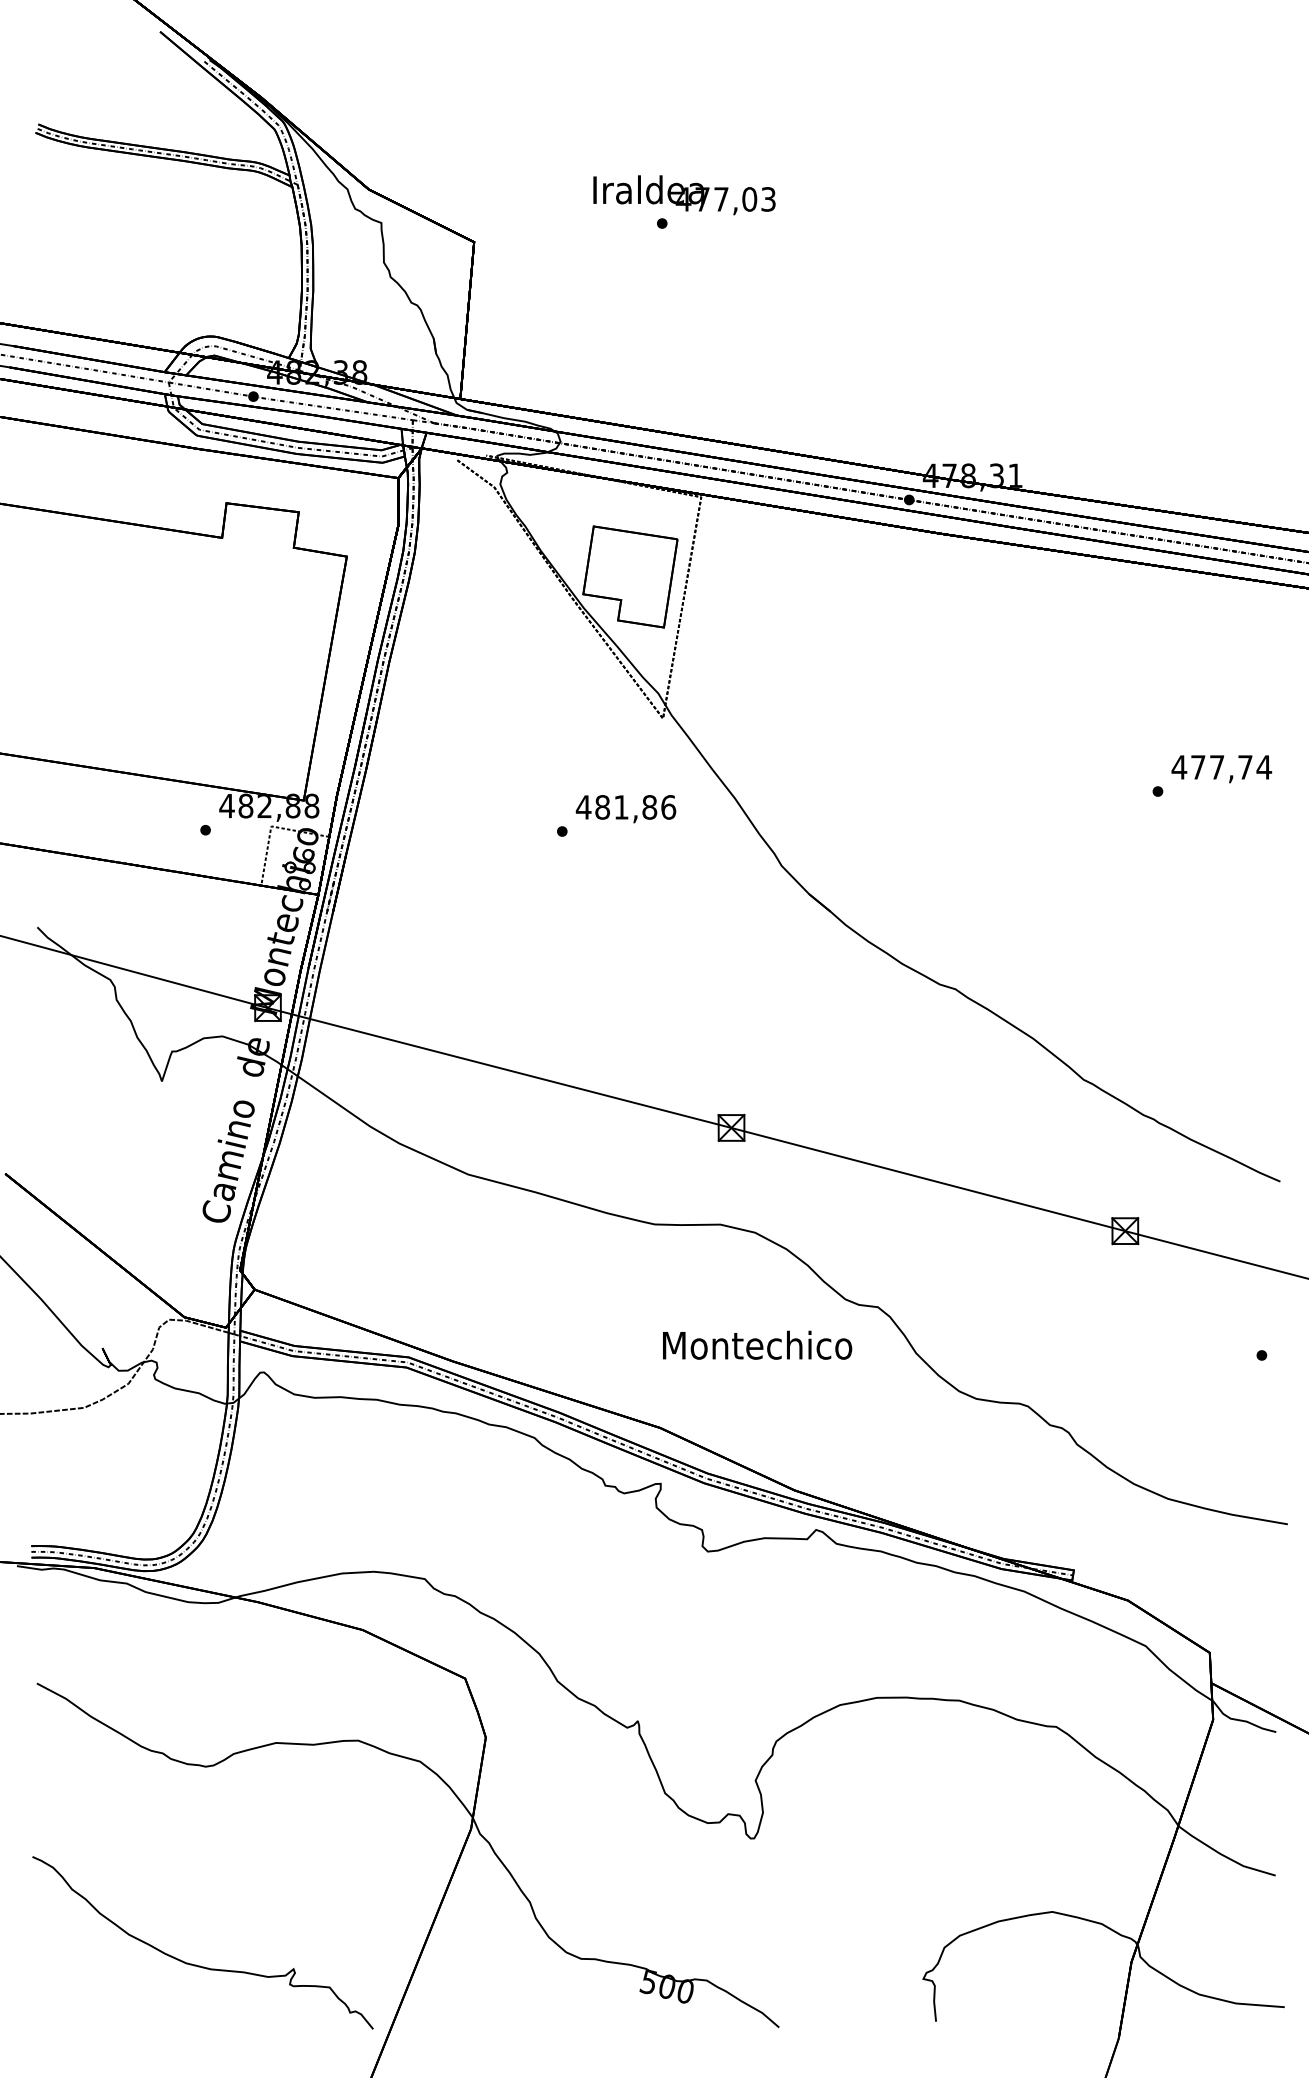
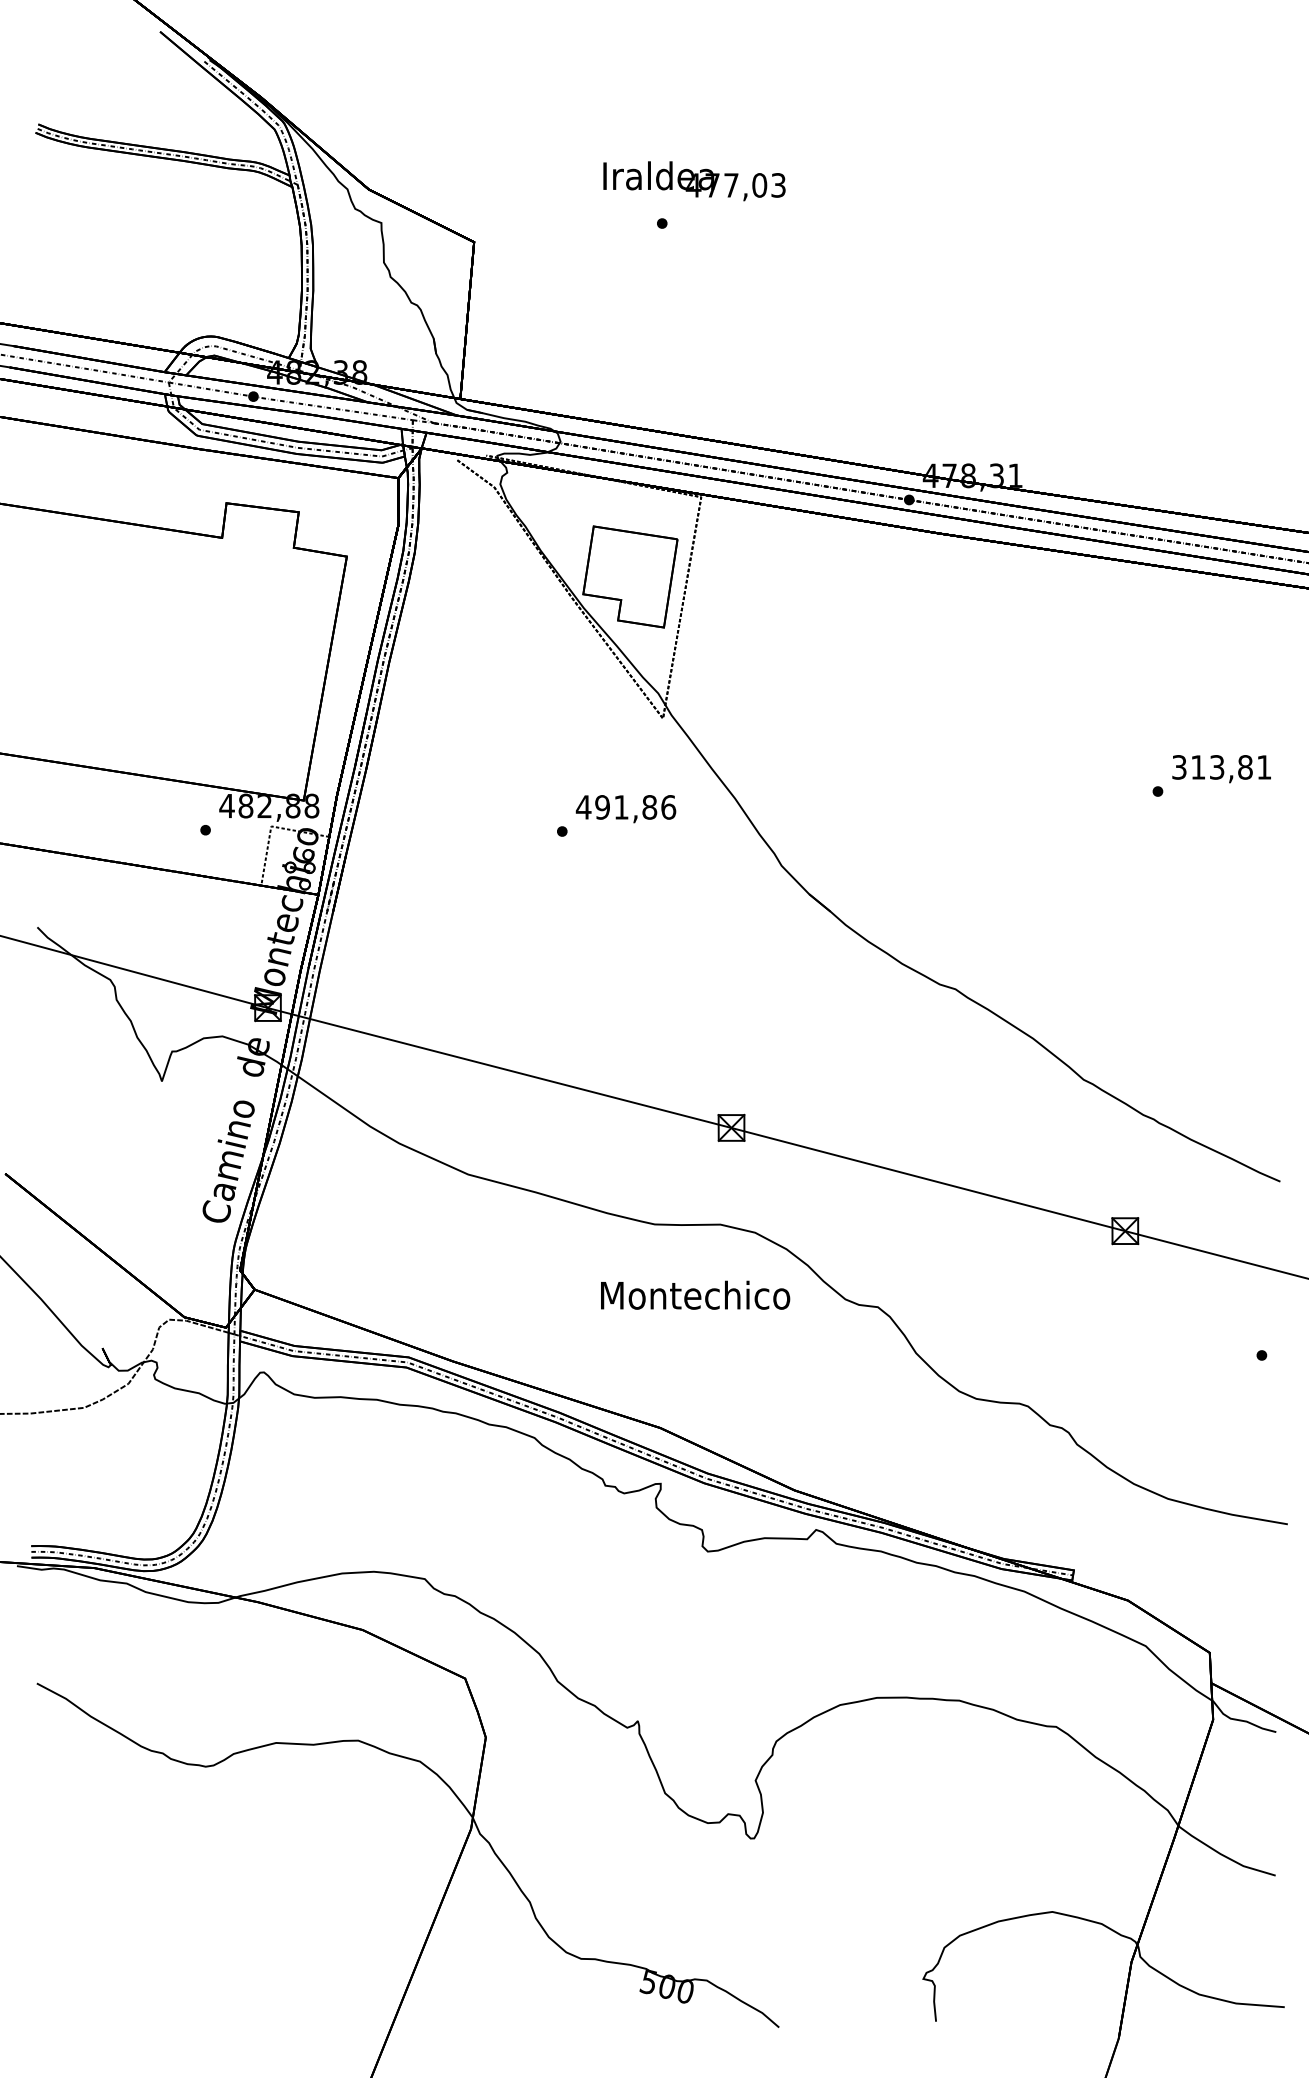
text at (684, 195) position: (684, 195) -> (694, 181)
text at (1221, 767): 477,74 -> 313,81
text at (602, 807): 481,86 -> 491,86
text at (757, 1344) position: (757, 1344) -> (695, 1294)
curve at (196, 1964): present -> none
